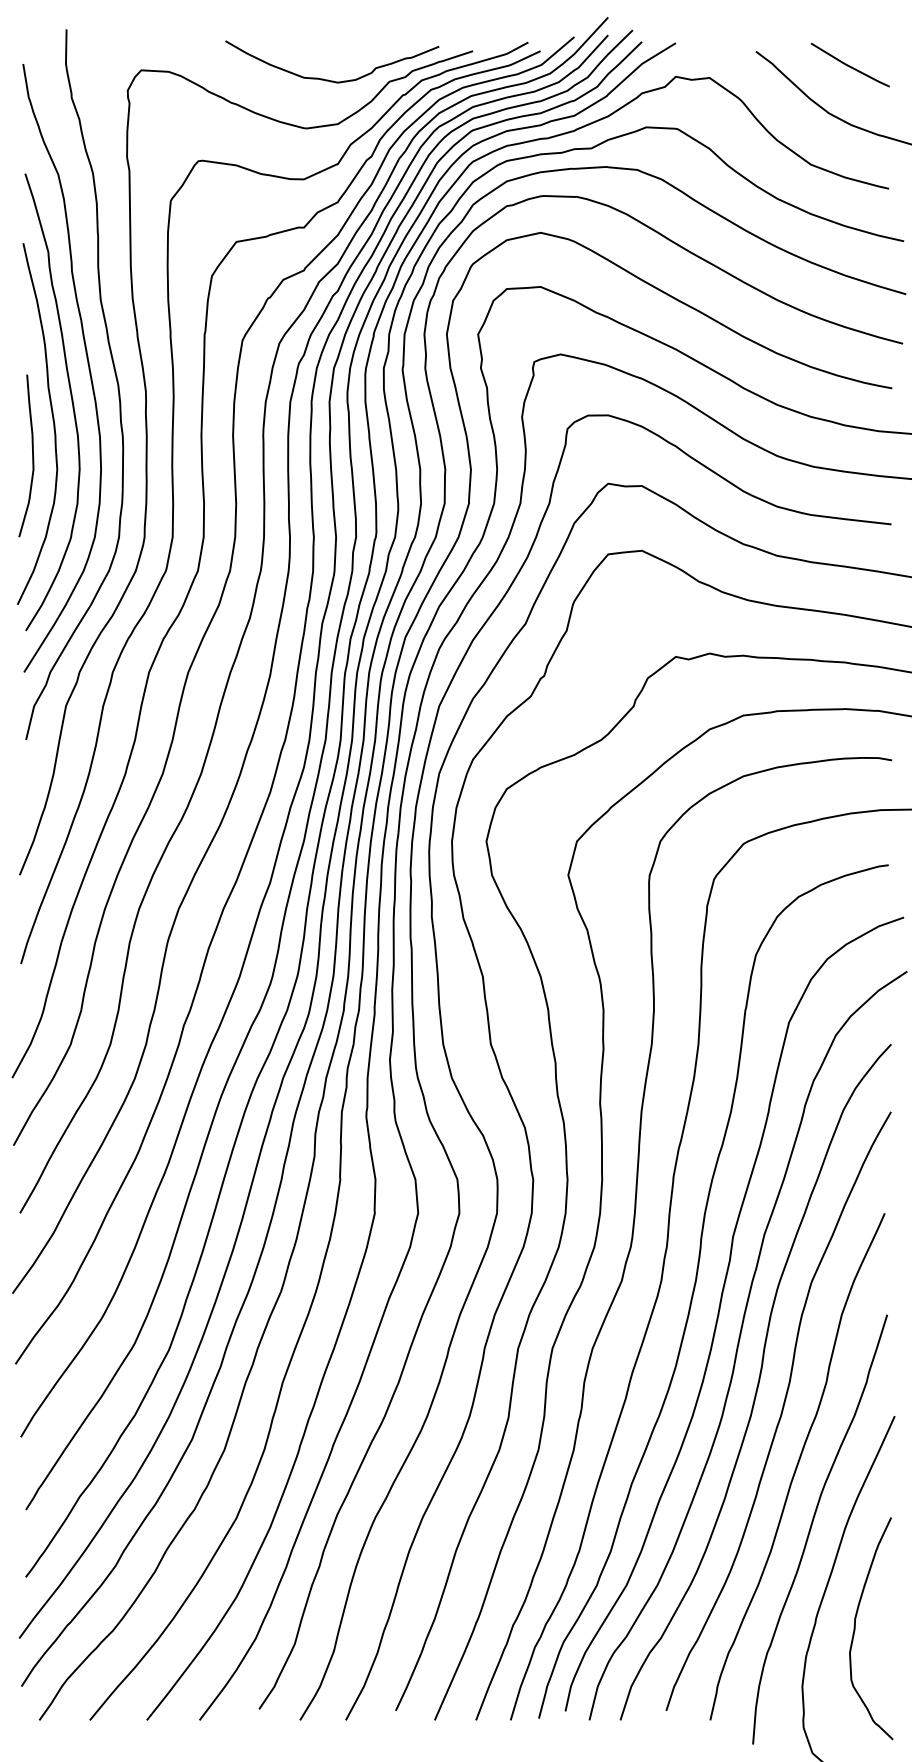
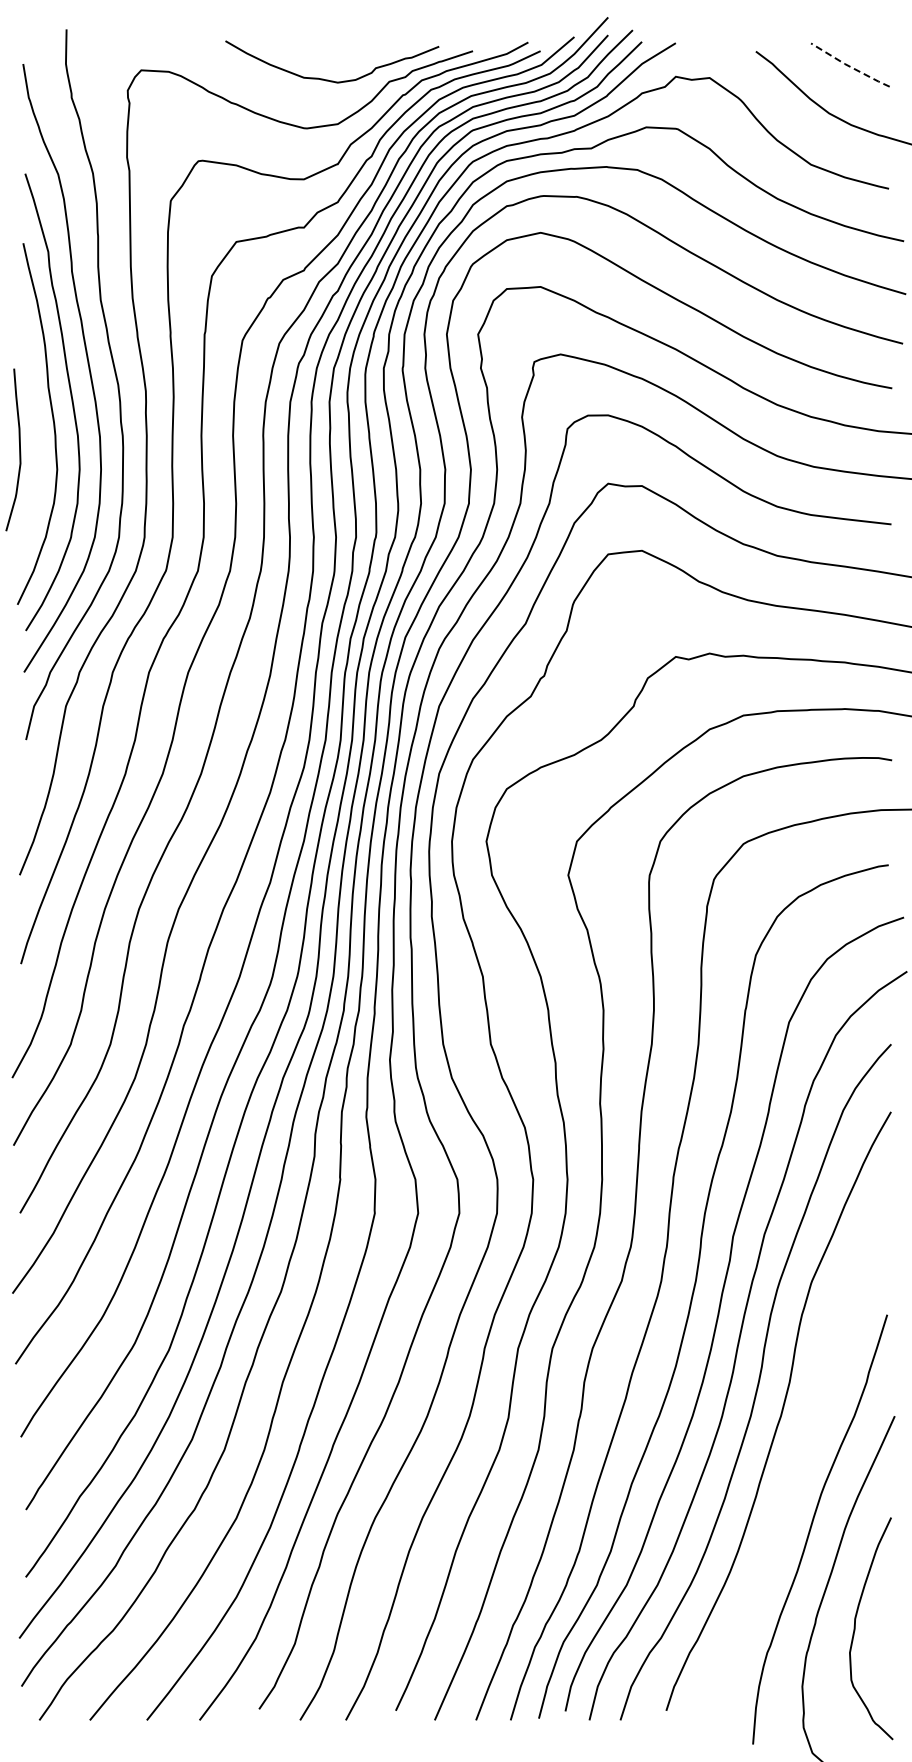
line at (850, 66): solid -> dashed
curve at (32, 455) position: (32, 455) -> (19, 449)
curve at (797, 1466): present -> none
